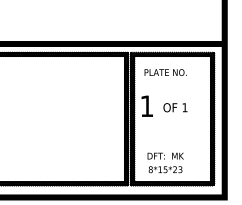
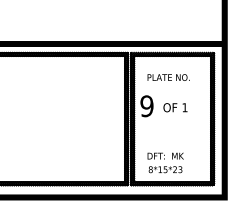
text at (165, 72) position: (165, 72) -> (168, 77)
text at (146, 106): 1 -> 9
